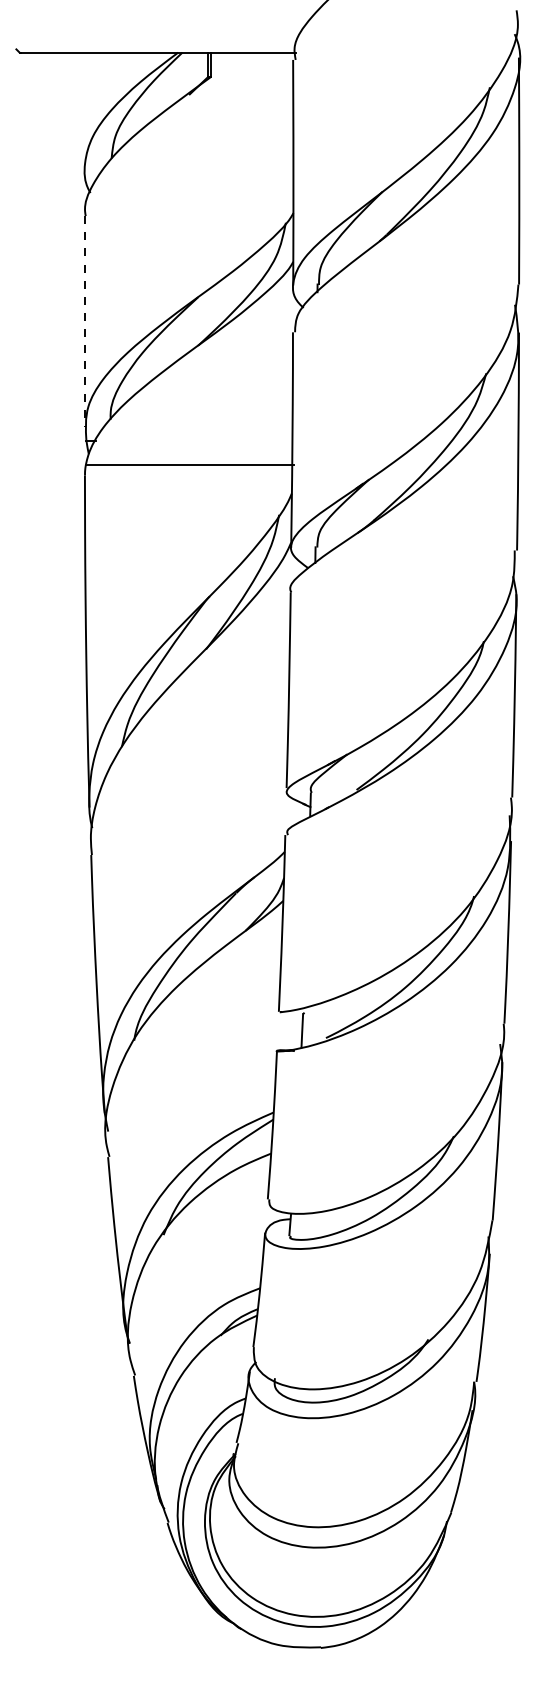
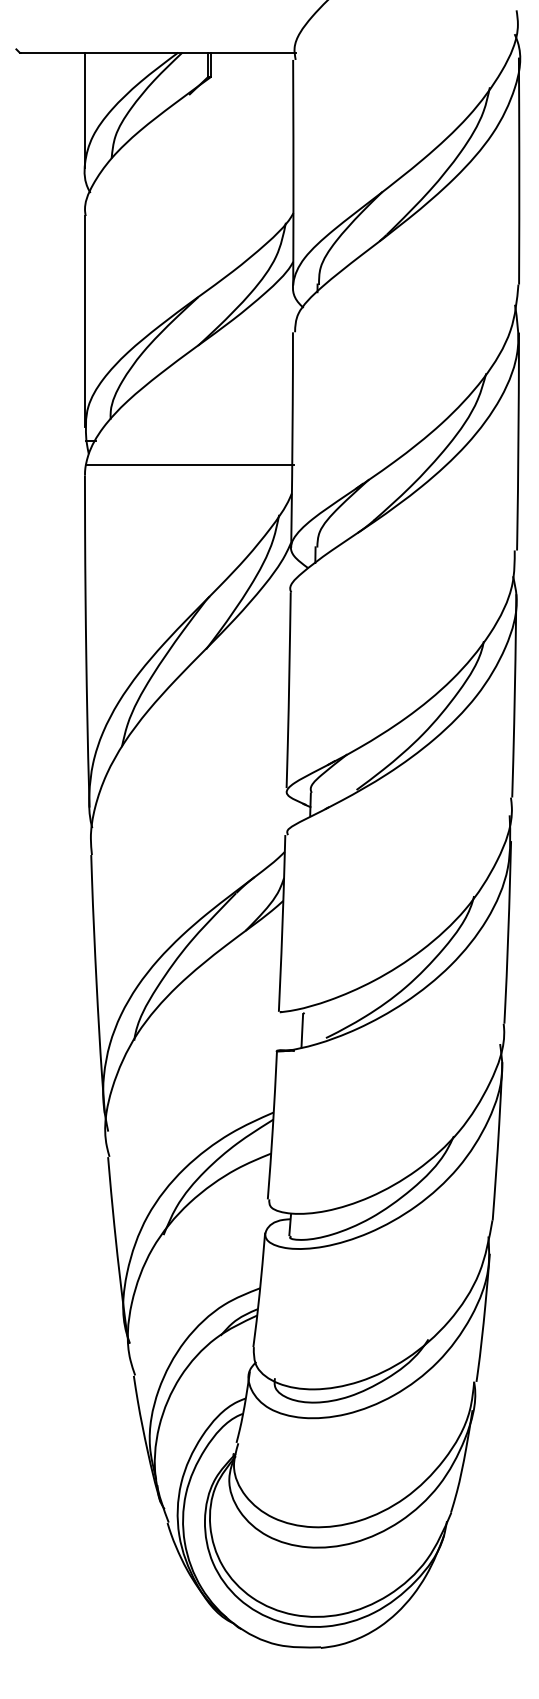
line at (84, 109): none -> present
line at (84, 321): dashed -> solid
